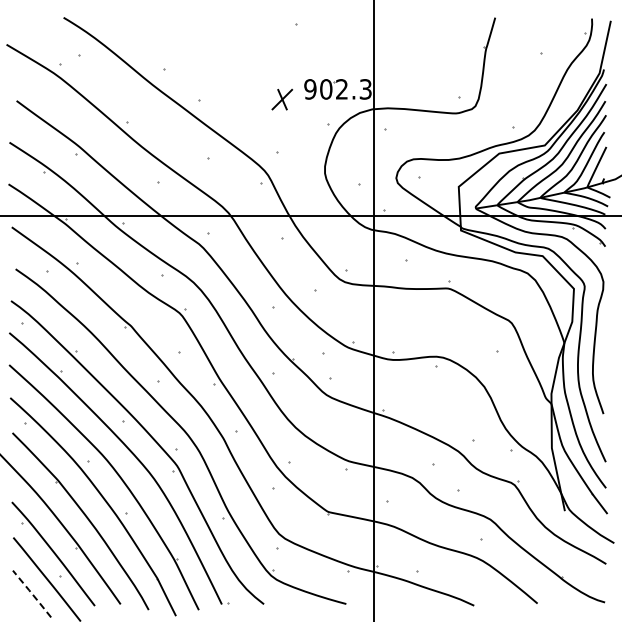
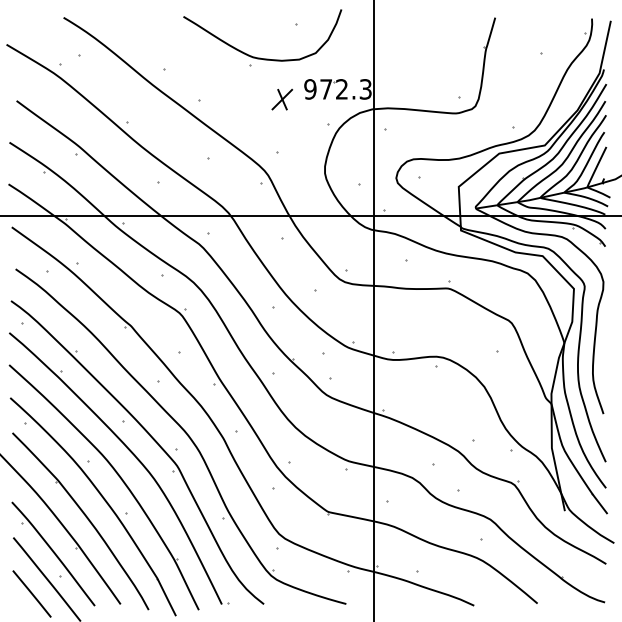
part at (260, 57): none -> present
text at (326, 89): 902.3 -> 972.3
line at (32, 593): dashed -> solid
